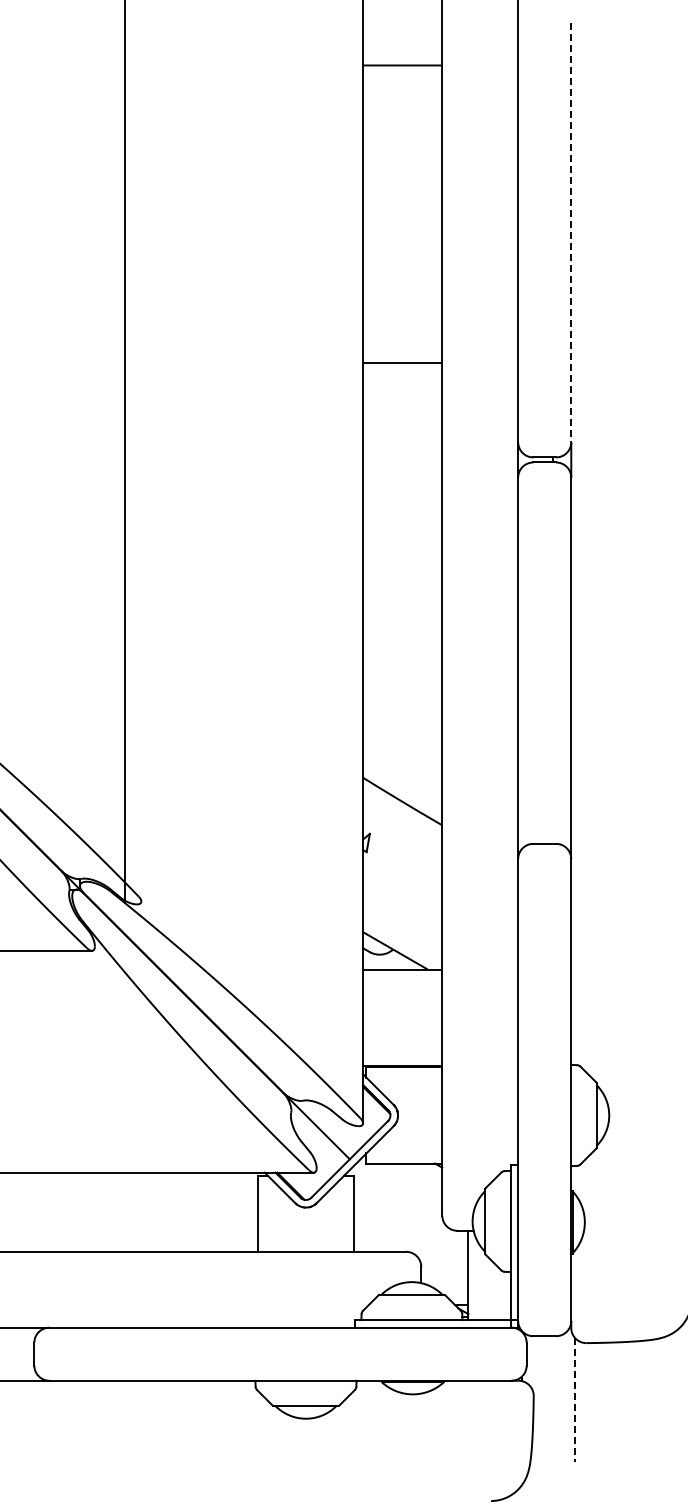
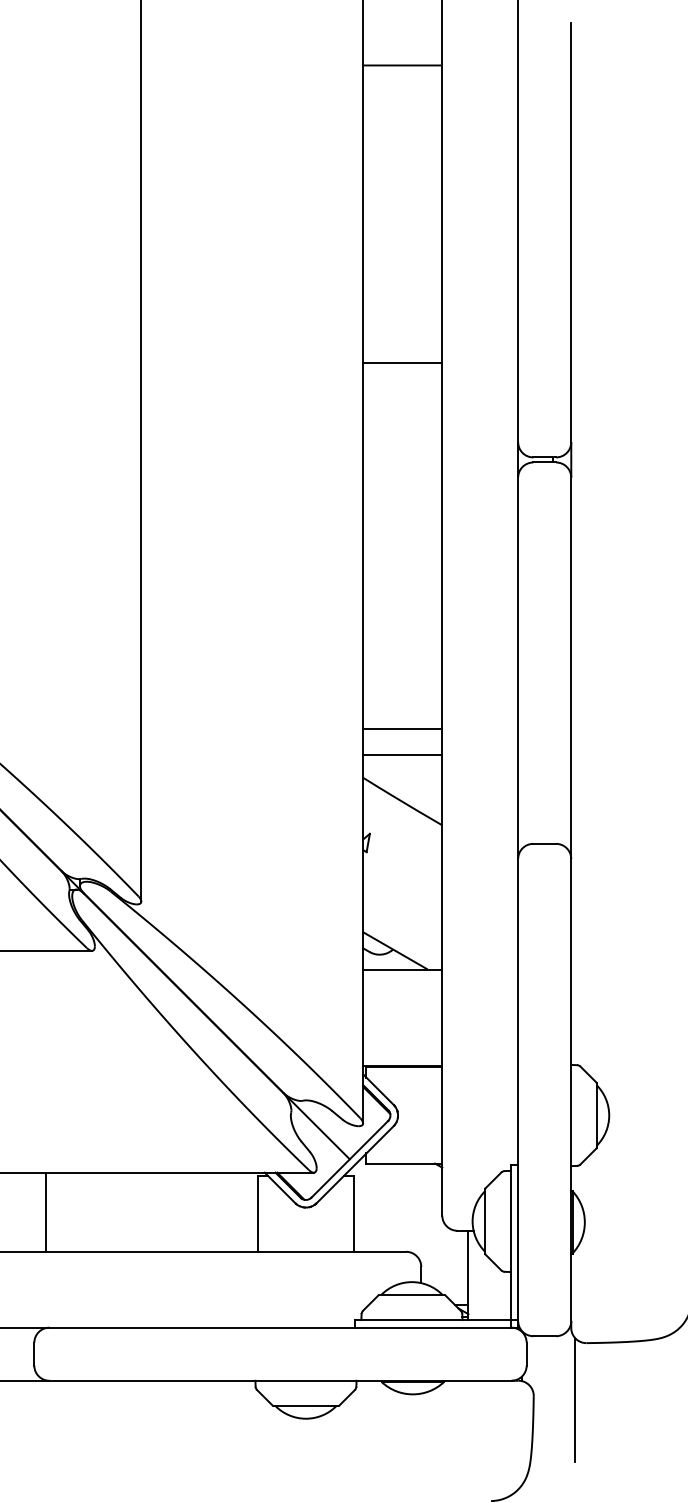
line at (571, 232): dashed -> solid
line at (125, 451) position: (125, 451) -> (141, 451)
line at (402, 729): none -> present
line at (402, 754): none -> present
line at (46, 1211): none -> present
line at (574, 1400): dashed -> solid
